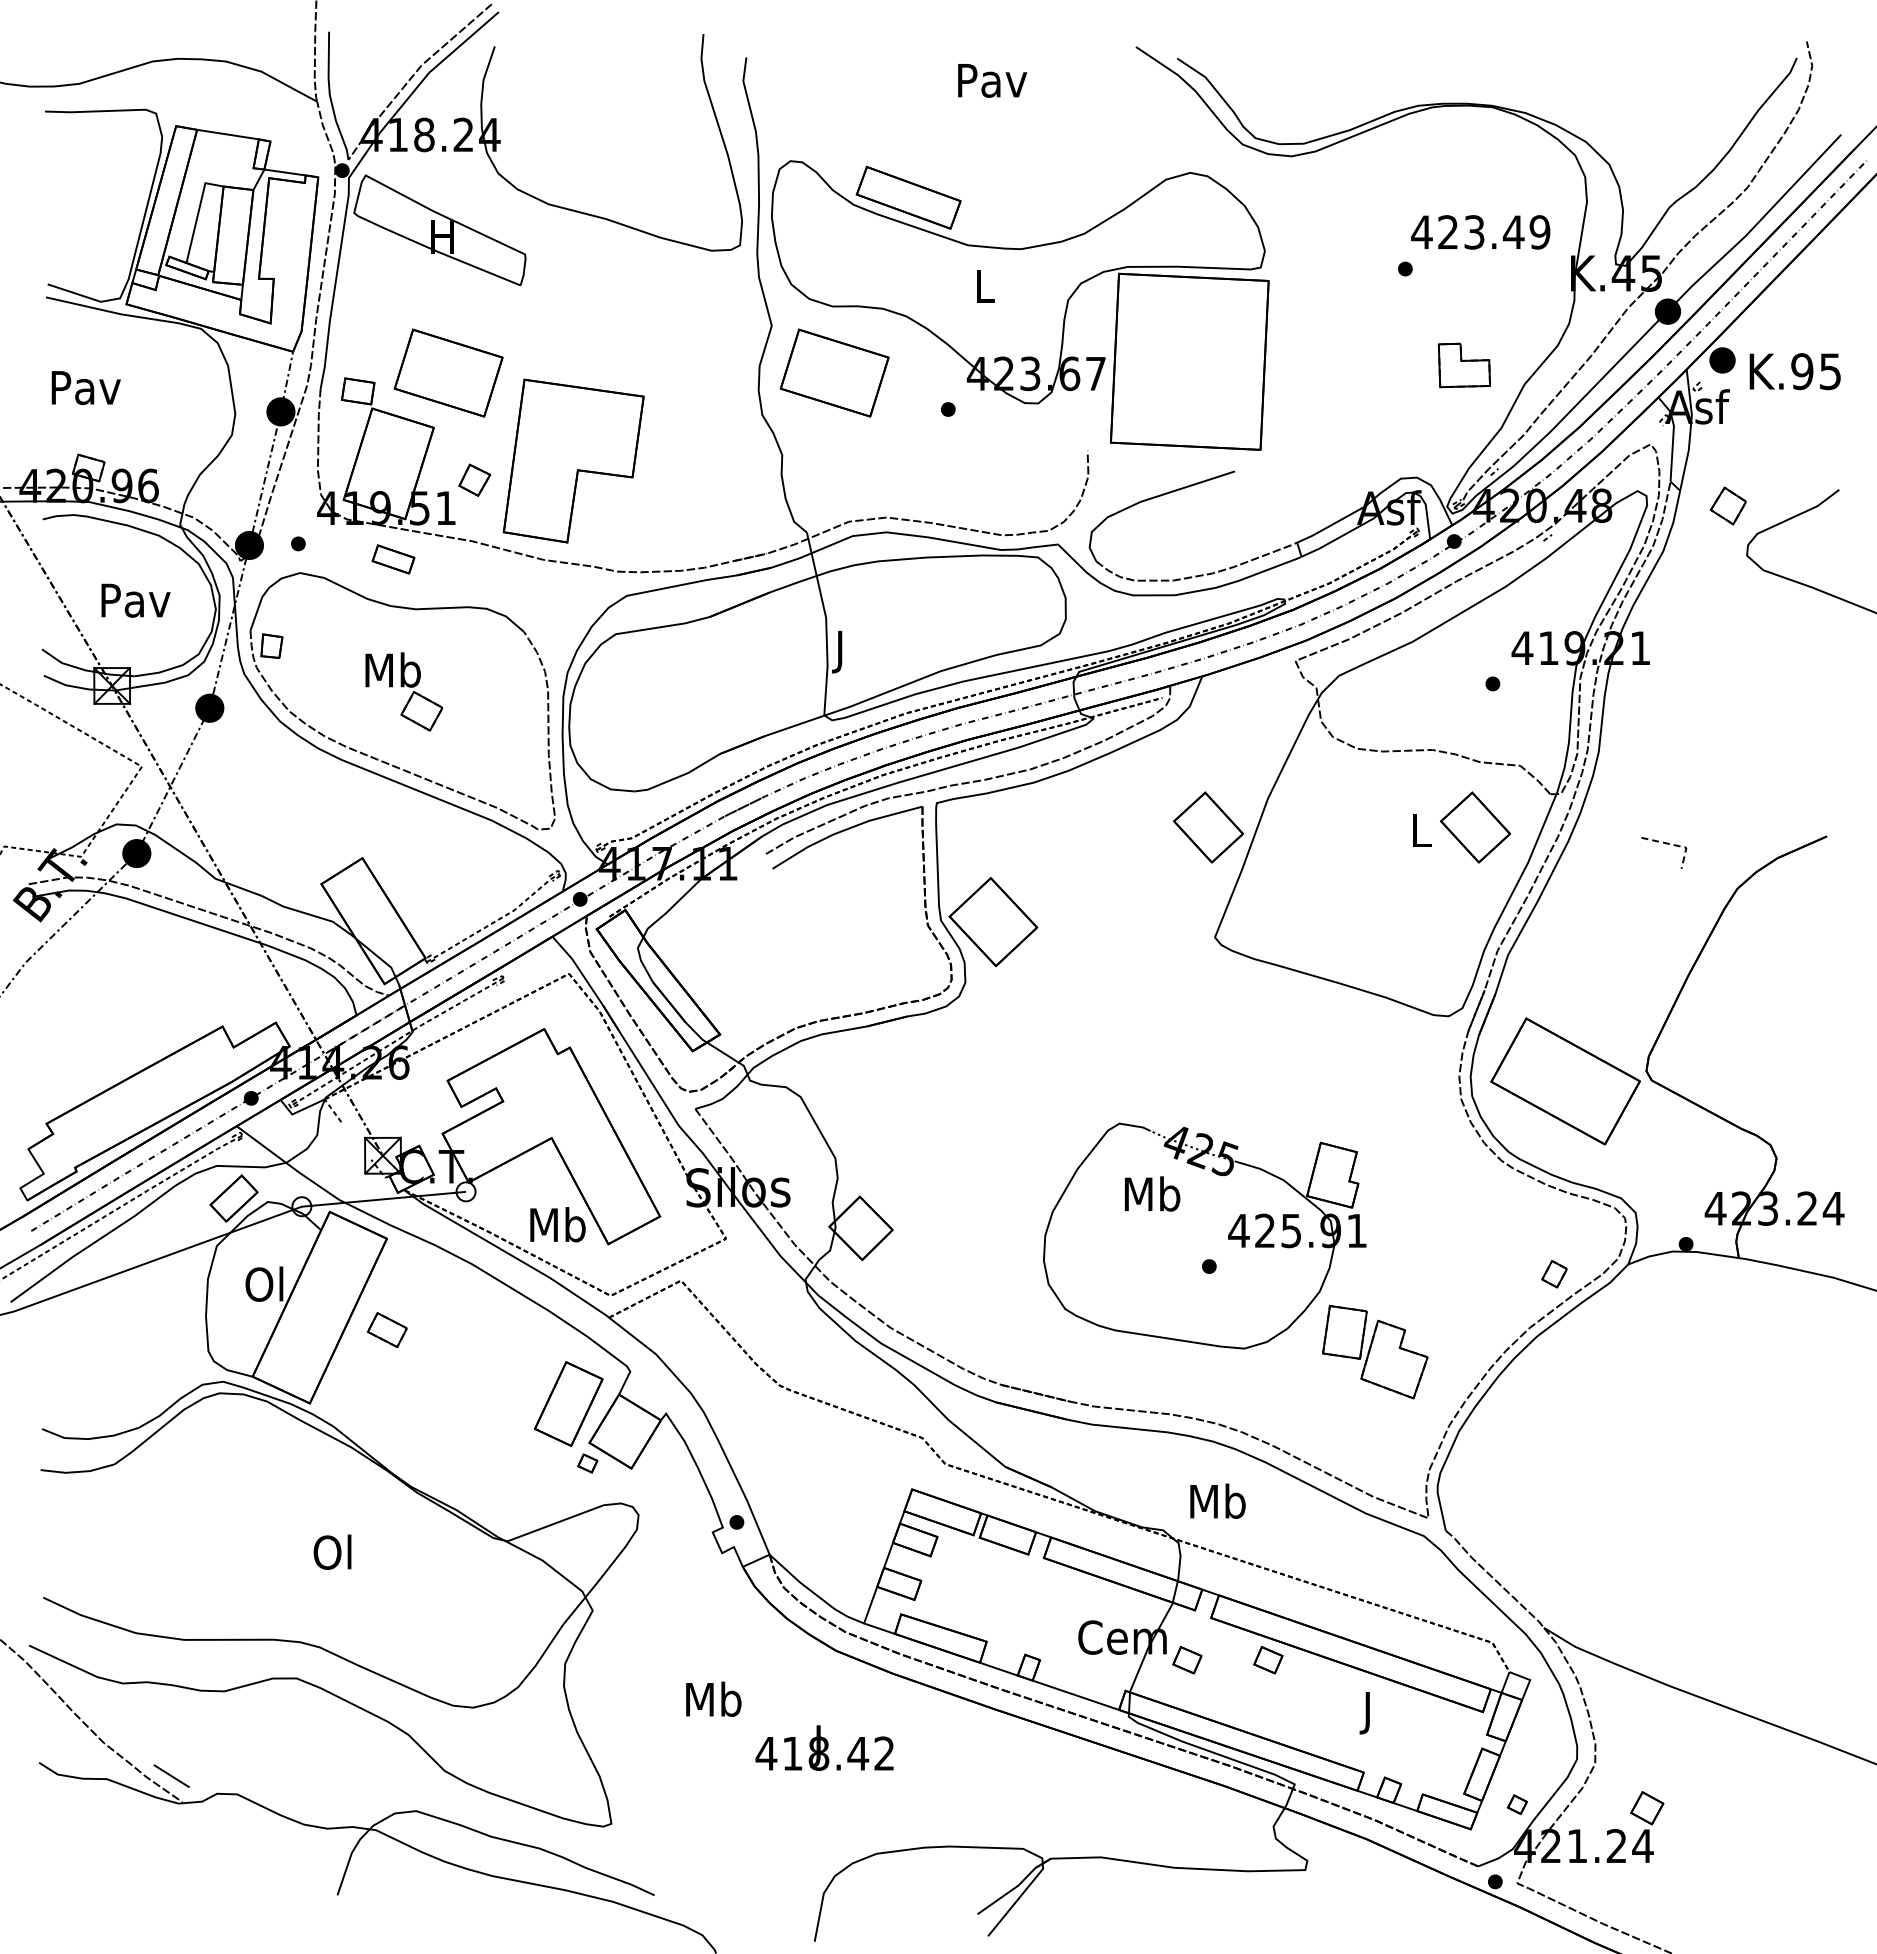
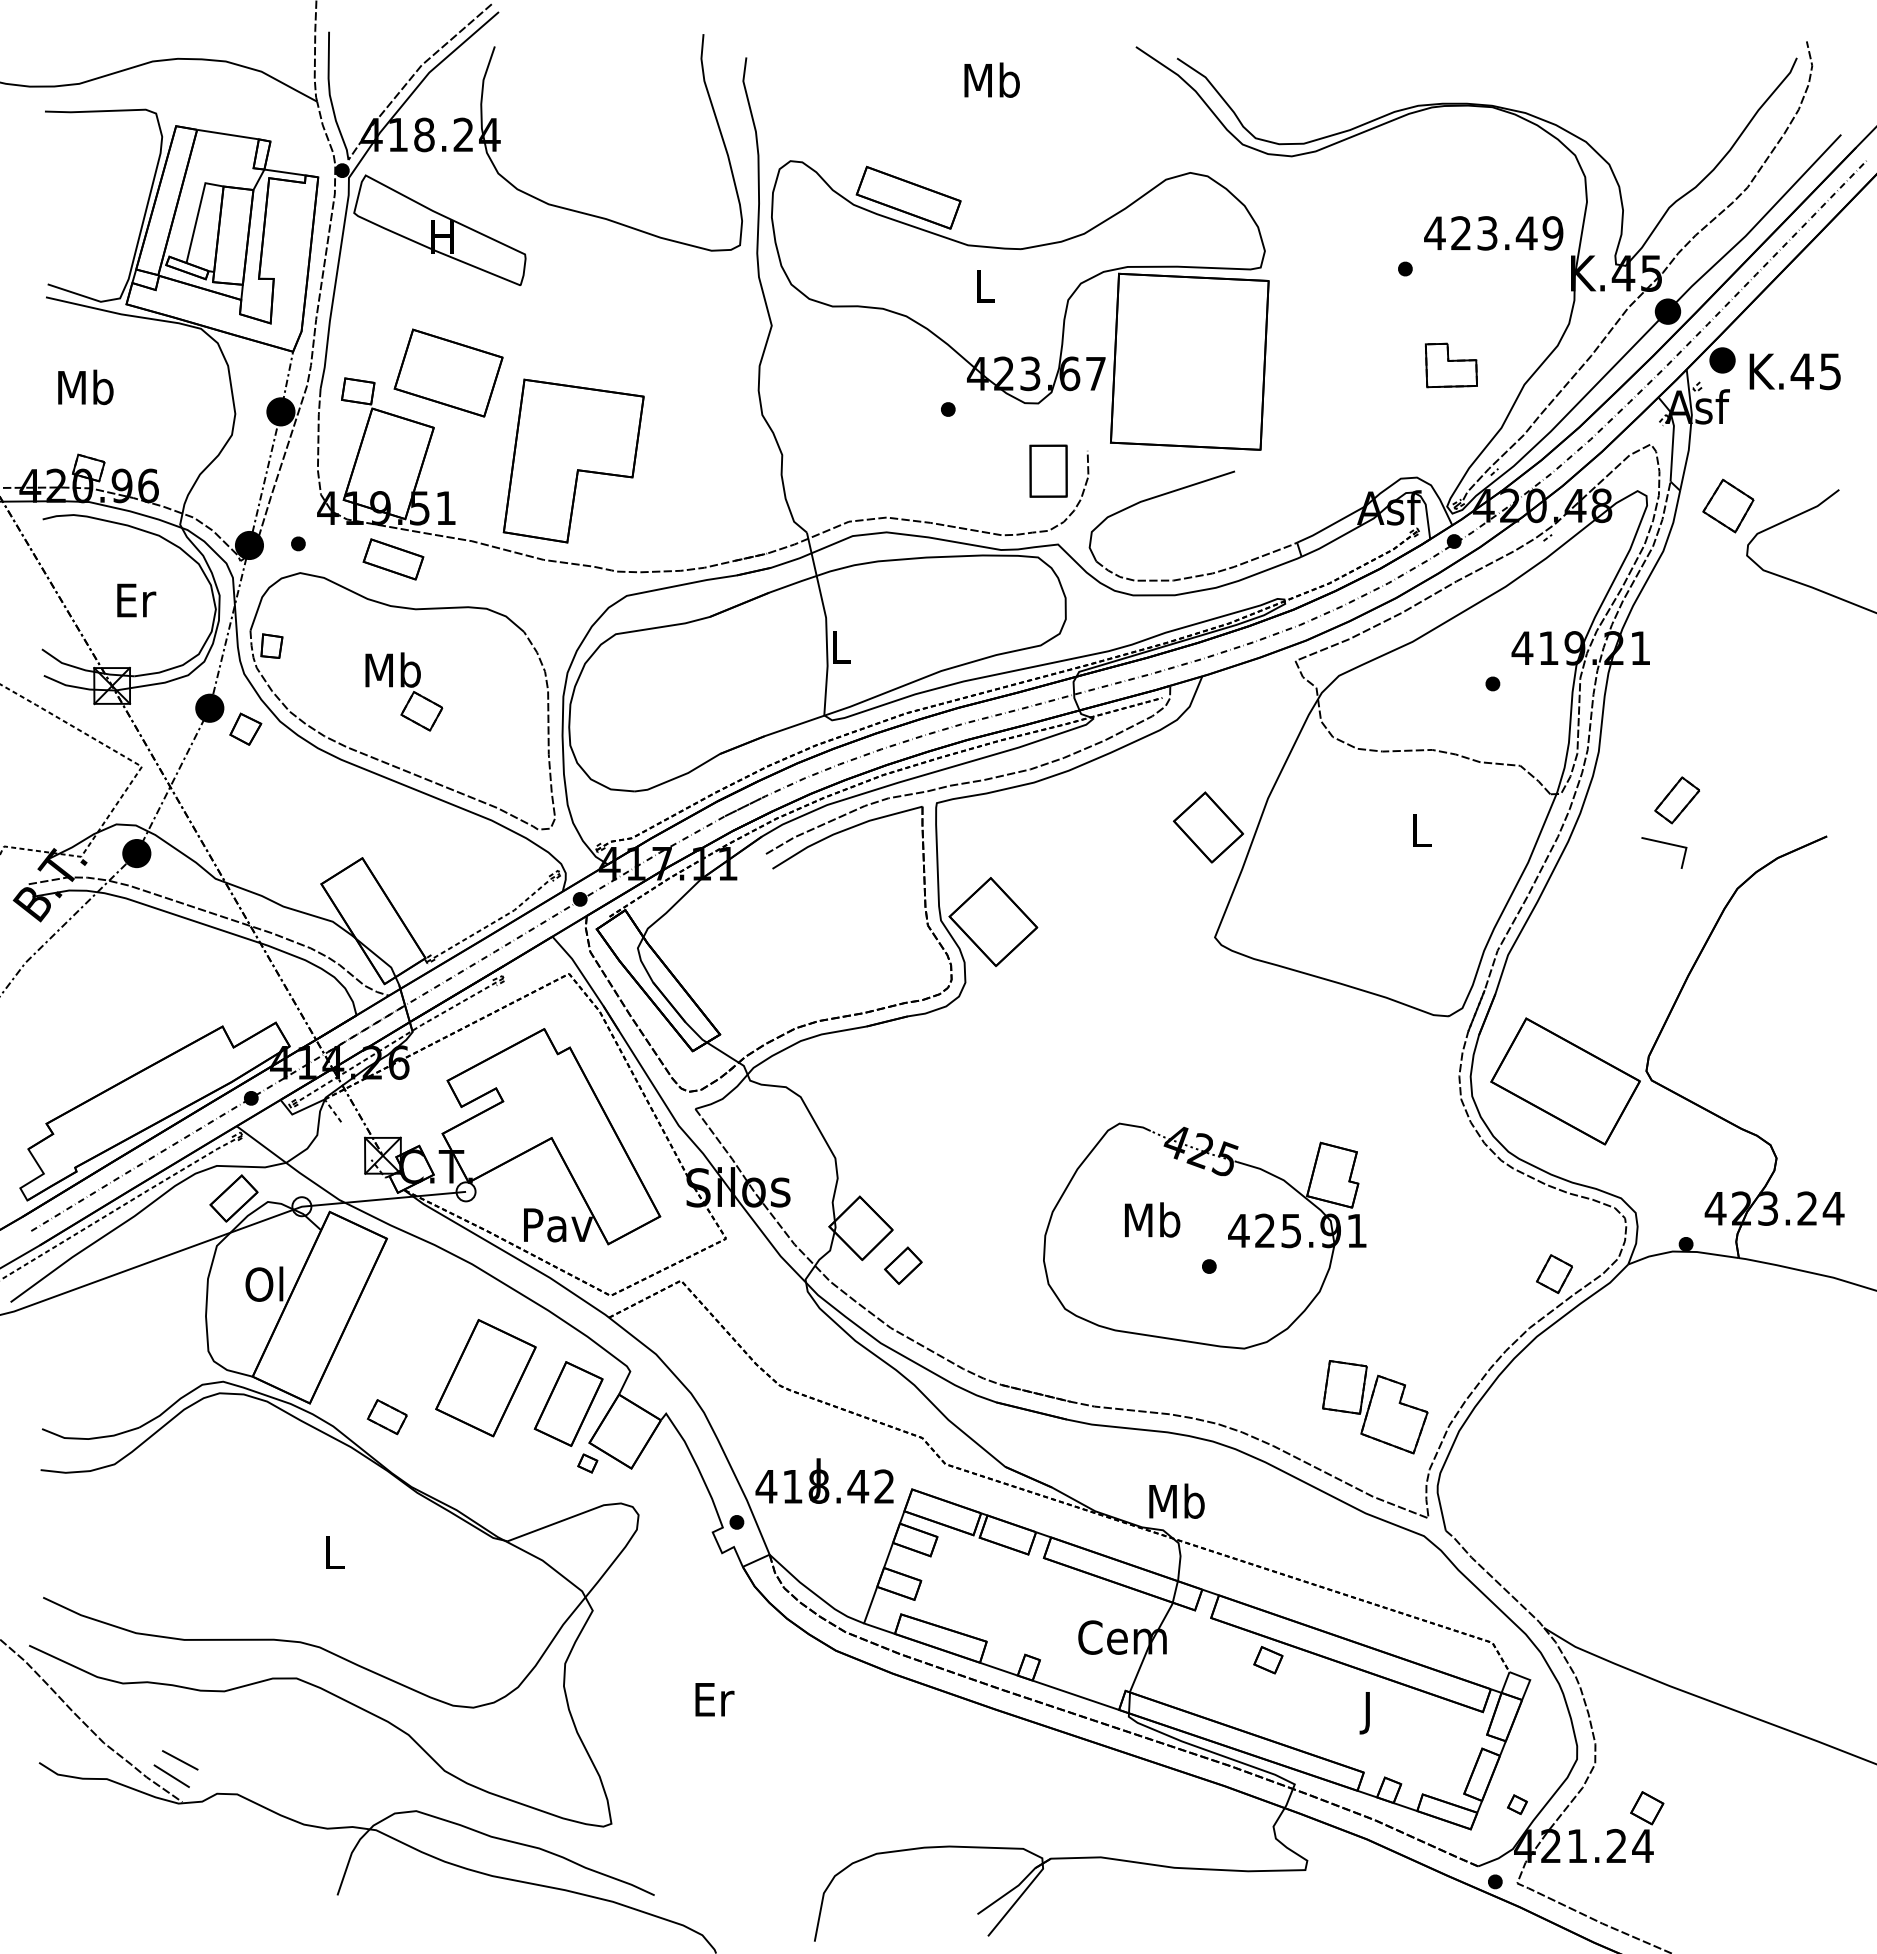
text at (992, 79): Pav -> Mb
text at (1480, 232) position: (1480, 232) -> (1493, 233)
part at (1464, 365) position: (1464, 365) -> (1451, 365)
text at (1801, 371): K.95 -> K.45
part at (834, 372): present -> none
text at (85, 387): Pav -> Mb
part at (1048, 470): none -> present
part at (474, 479) position: (474, 479) -> (245, 728)
part at (1727, 505) size: 38x40 px -> 53x56 px
part at (393, 559) size: 45x31 px -> 63x43 px
text at (135, 600): Pav -> Er
text at (841, 651): J -> L
part at (1677, 800): none -> present
part at (1475, 827): present -> none
line at (1674, 845): dashed -> solid
text at (1152, 1193) position: (1152, 1193) -> (1152, 1219)
text at (558, 1224): Mb -> Pav
part at (903, 1265): none -> present
part at (1554, 1274) size: 27x29 px -> 37x41 px
part at (386, 1330) position: (386, 1330) -> (386, 1417)
part at (1375, 1352) position: (1375, 1352) -> (1375, 1407)
part at (485, 1378): none -> present
text at (1217, 1500) position: (1217, 1500) -> (1176, 1500)
text at (332, 1551): Ol -> L
part at (1187, 1660): present -> none
text at (713, 1698): Mb -> Er
text at (824, 1747) position: (824, 1747) -> (824, 1480)
line at (180, 1760): none -> present
